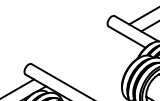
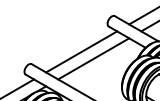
line at (81, 51): none -> present
line at (93, 58): none -> present
